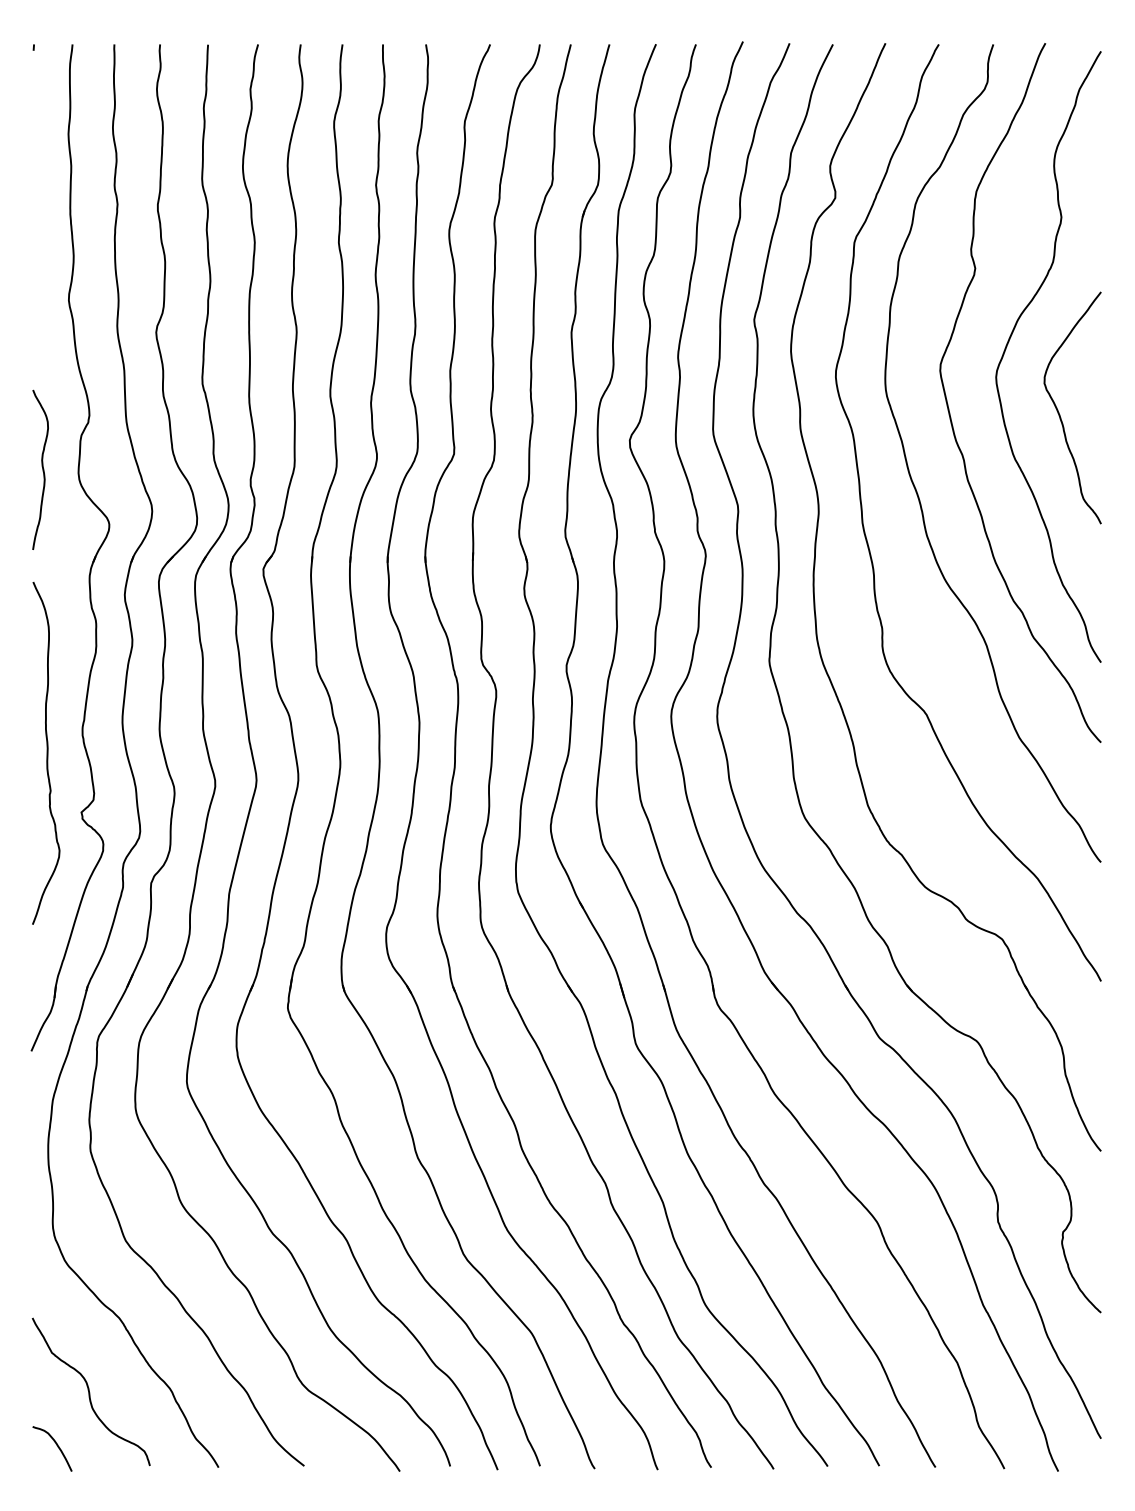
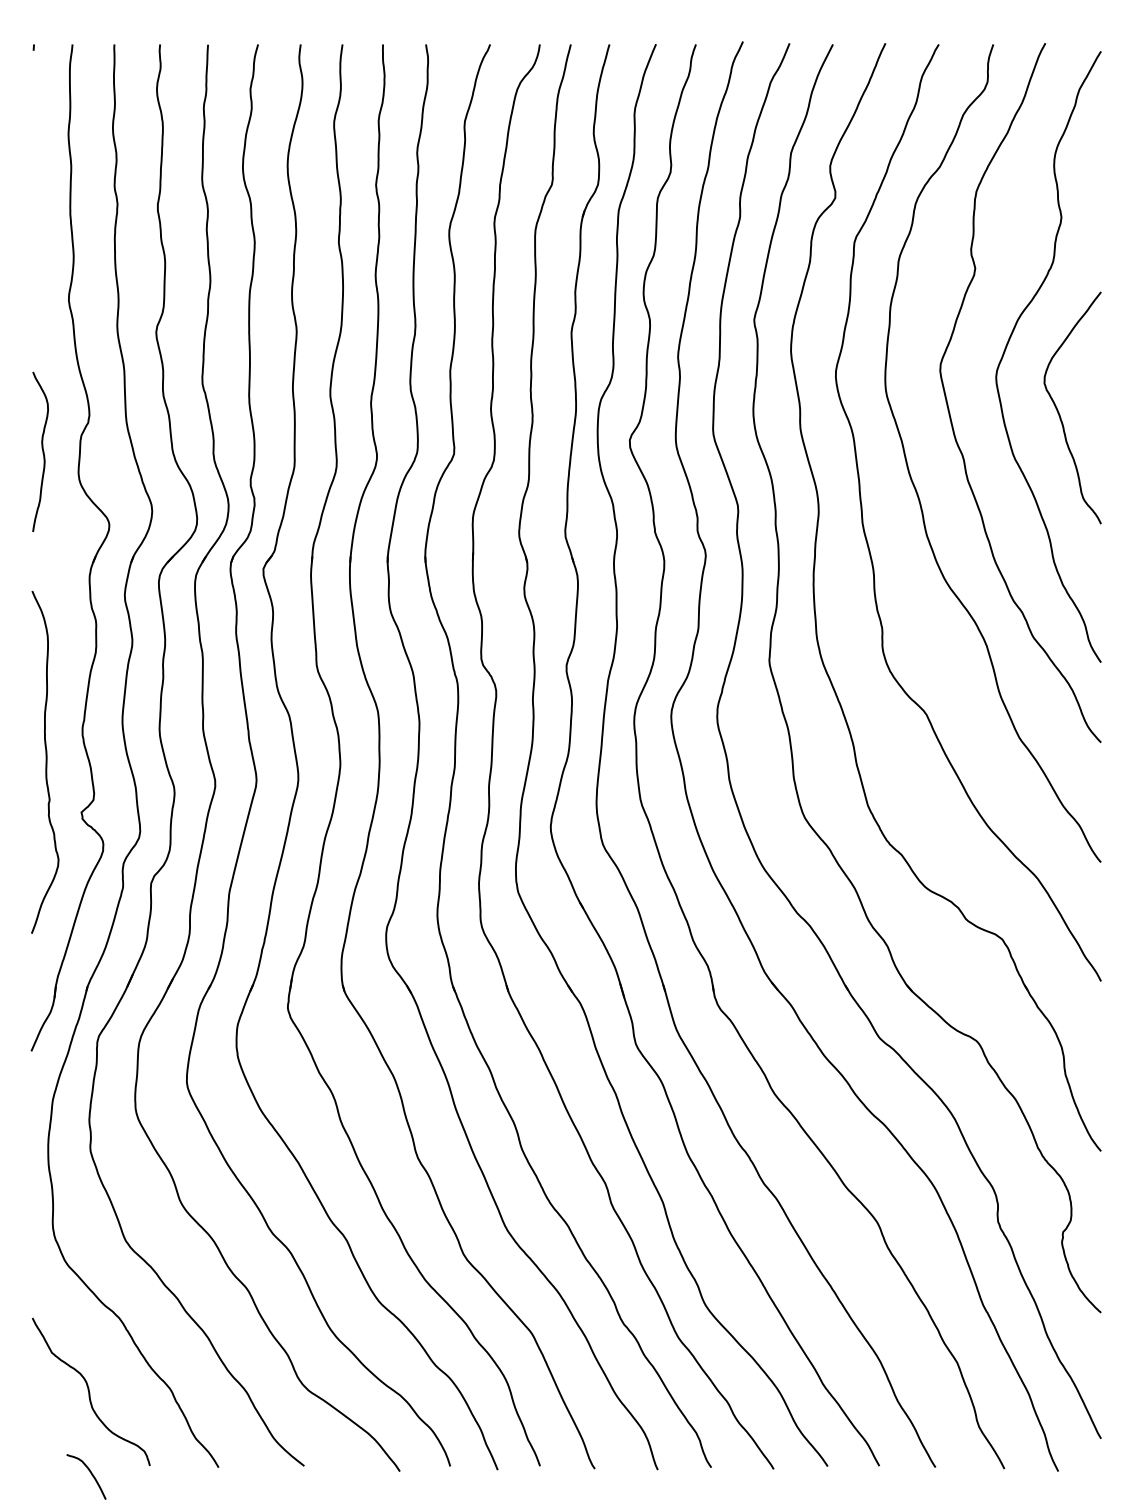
curve at (42, 469) position: (42, 469) -> (42, 451)
curve at (46, 753) position: (46, 753) -> (45, 762)
curve at (55, 1444) position: (55, 1444) -> (89, 1472)
